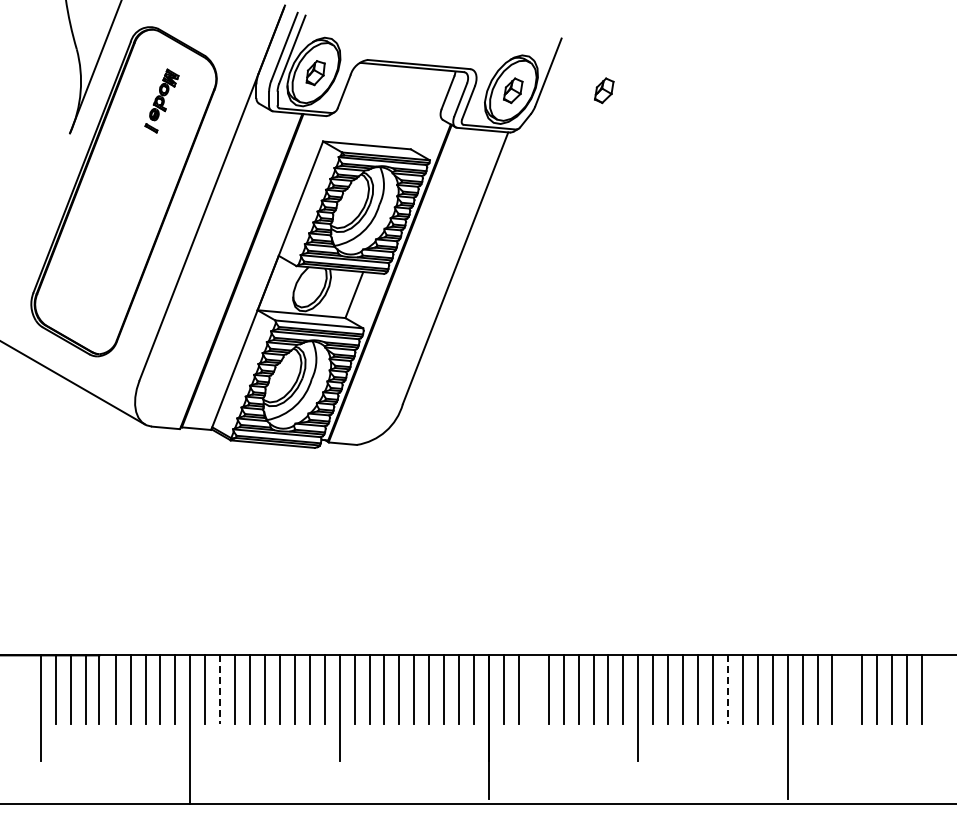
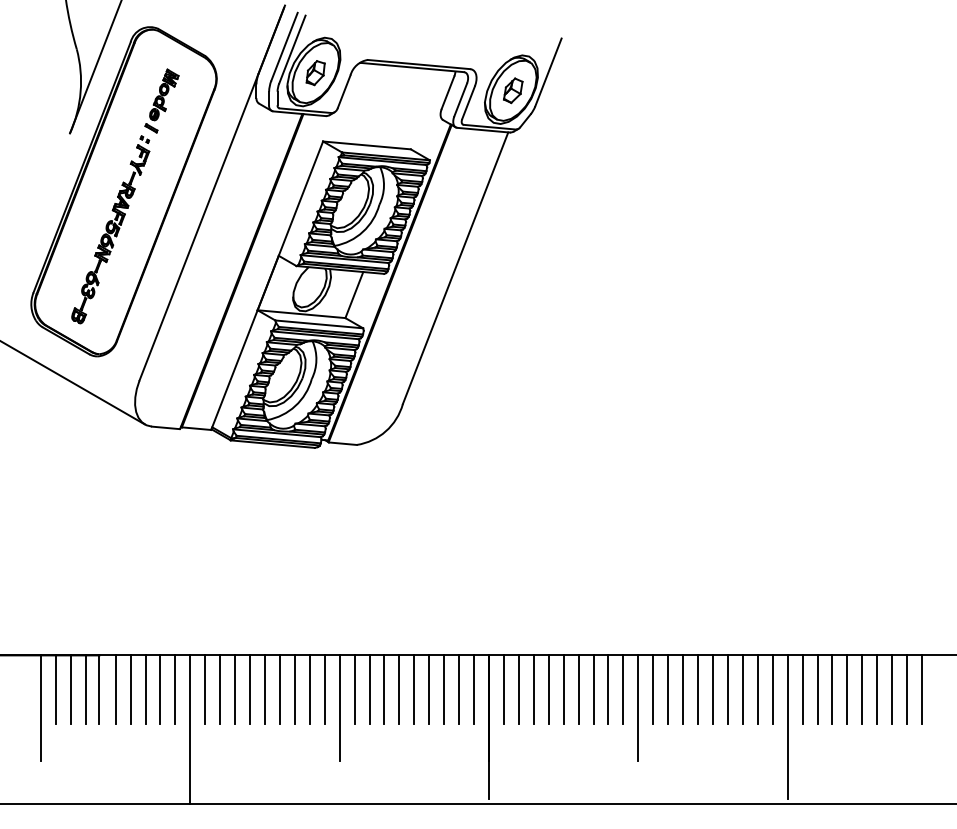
part at (604, 90): present -> none
part at (110, 229): none -> present
line at (533, 688): none -> present
line at (847, 688): none -> present
line at (220, 689): dashed -> solid
line at (727, 689): dashed -> solid
